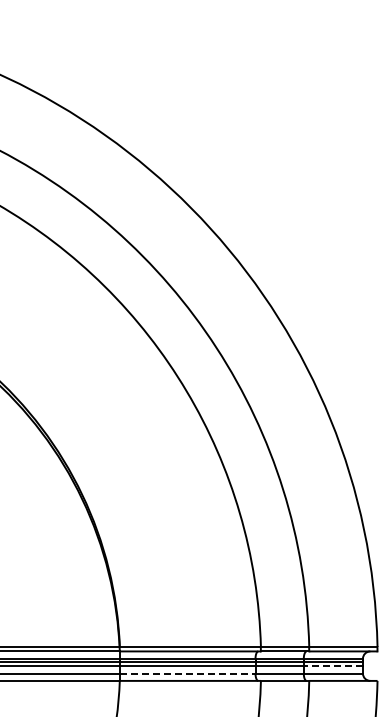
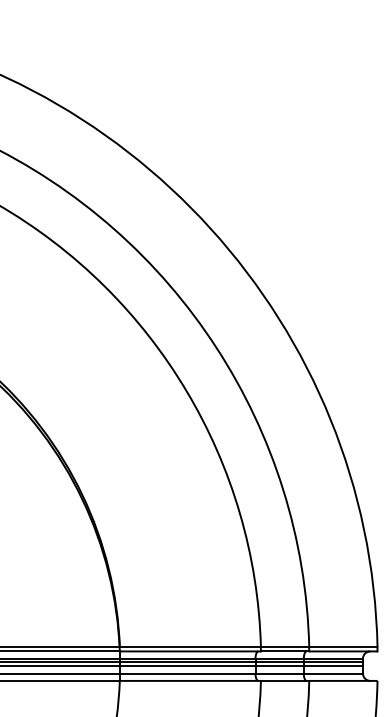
line at (333, 666): dashed -> solid
line at (187, 673): dashed -> solid
